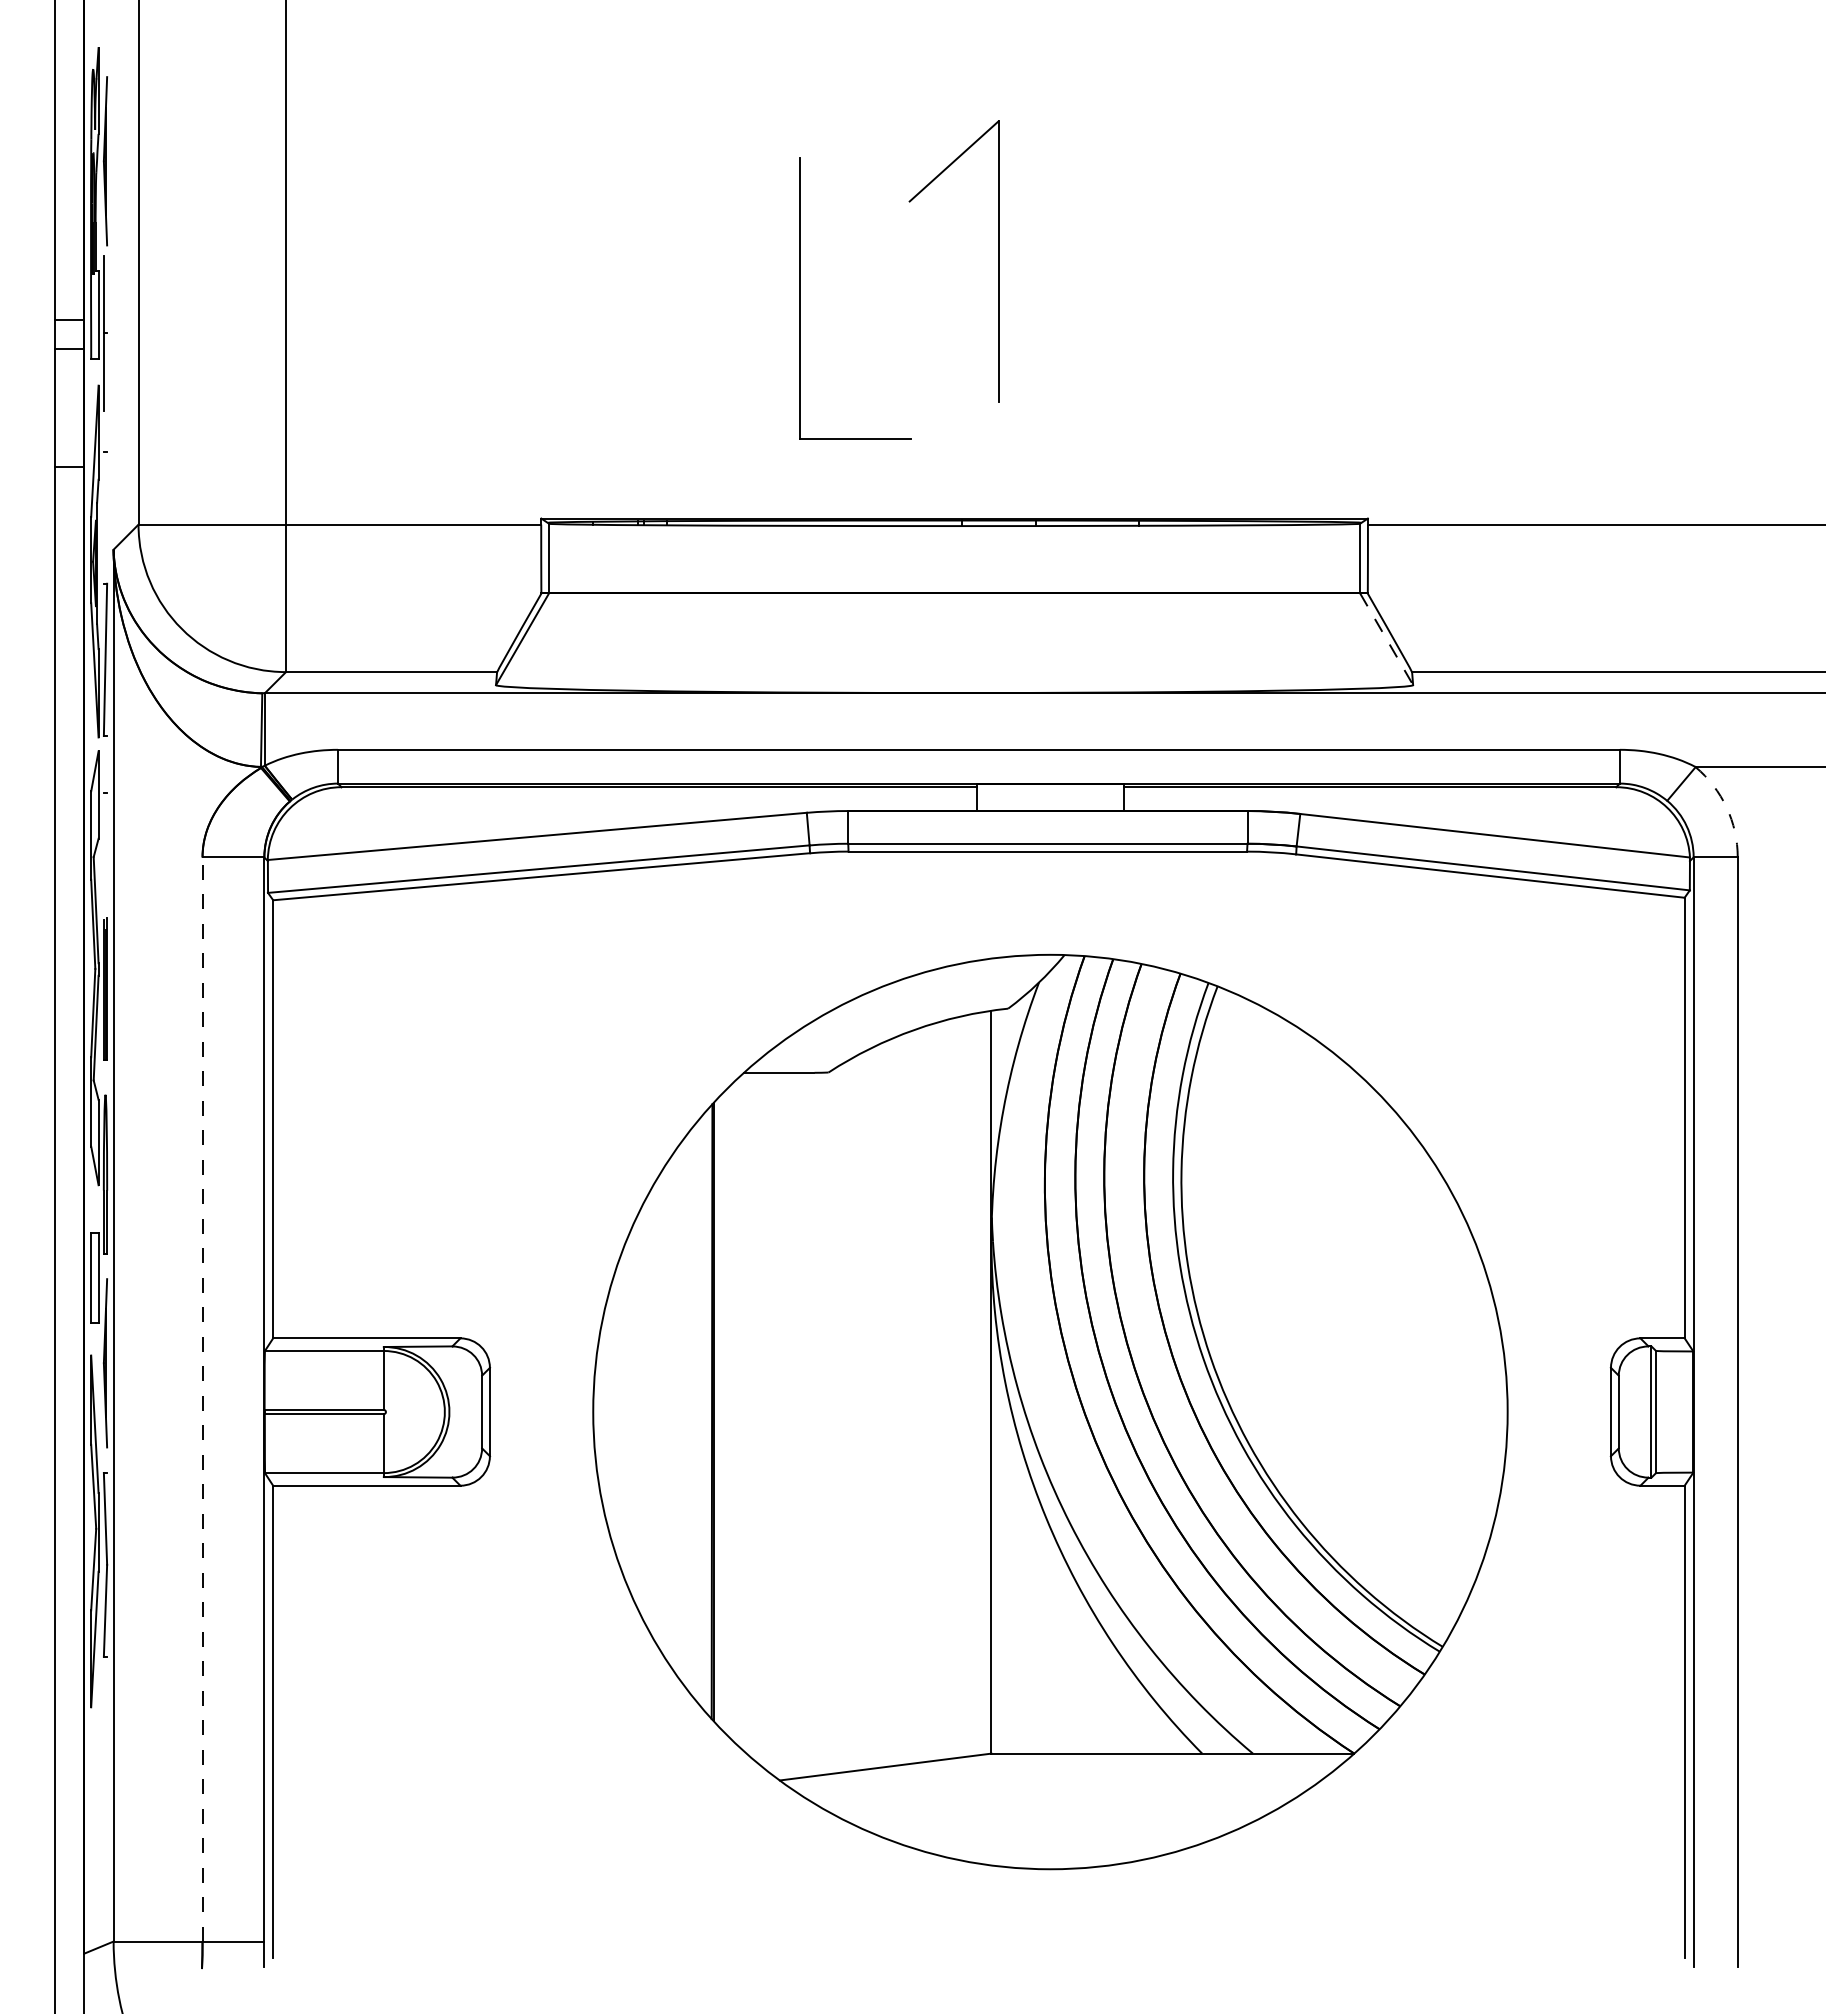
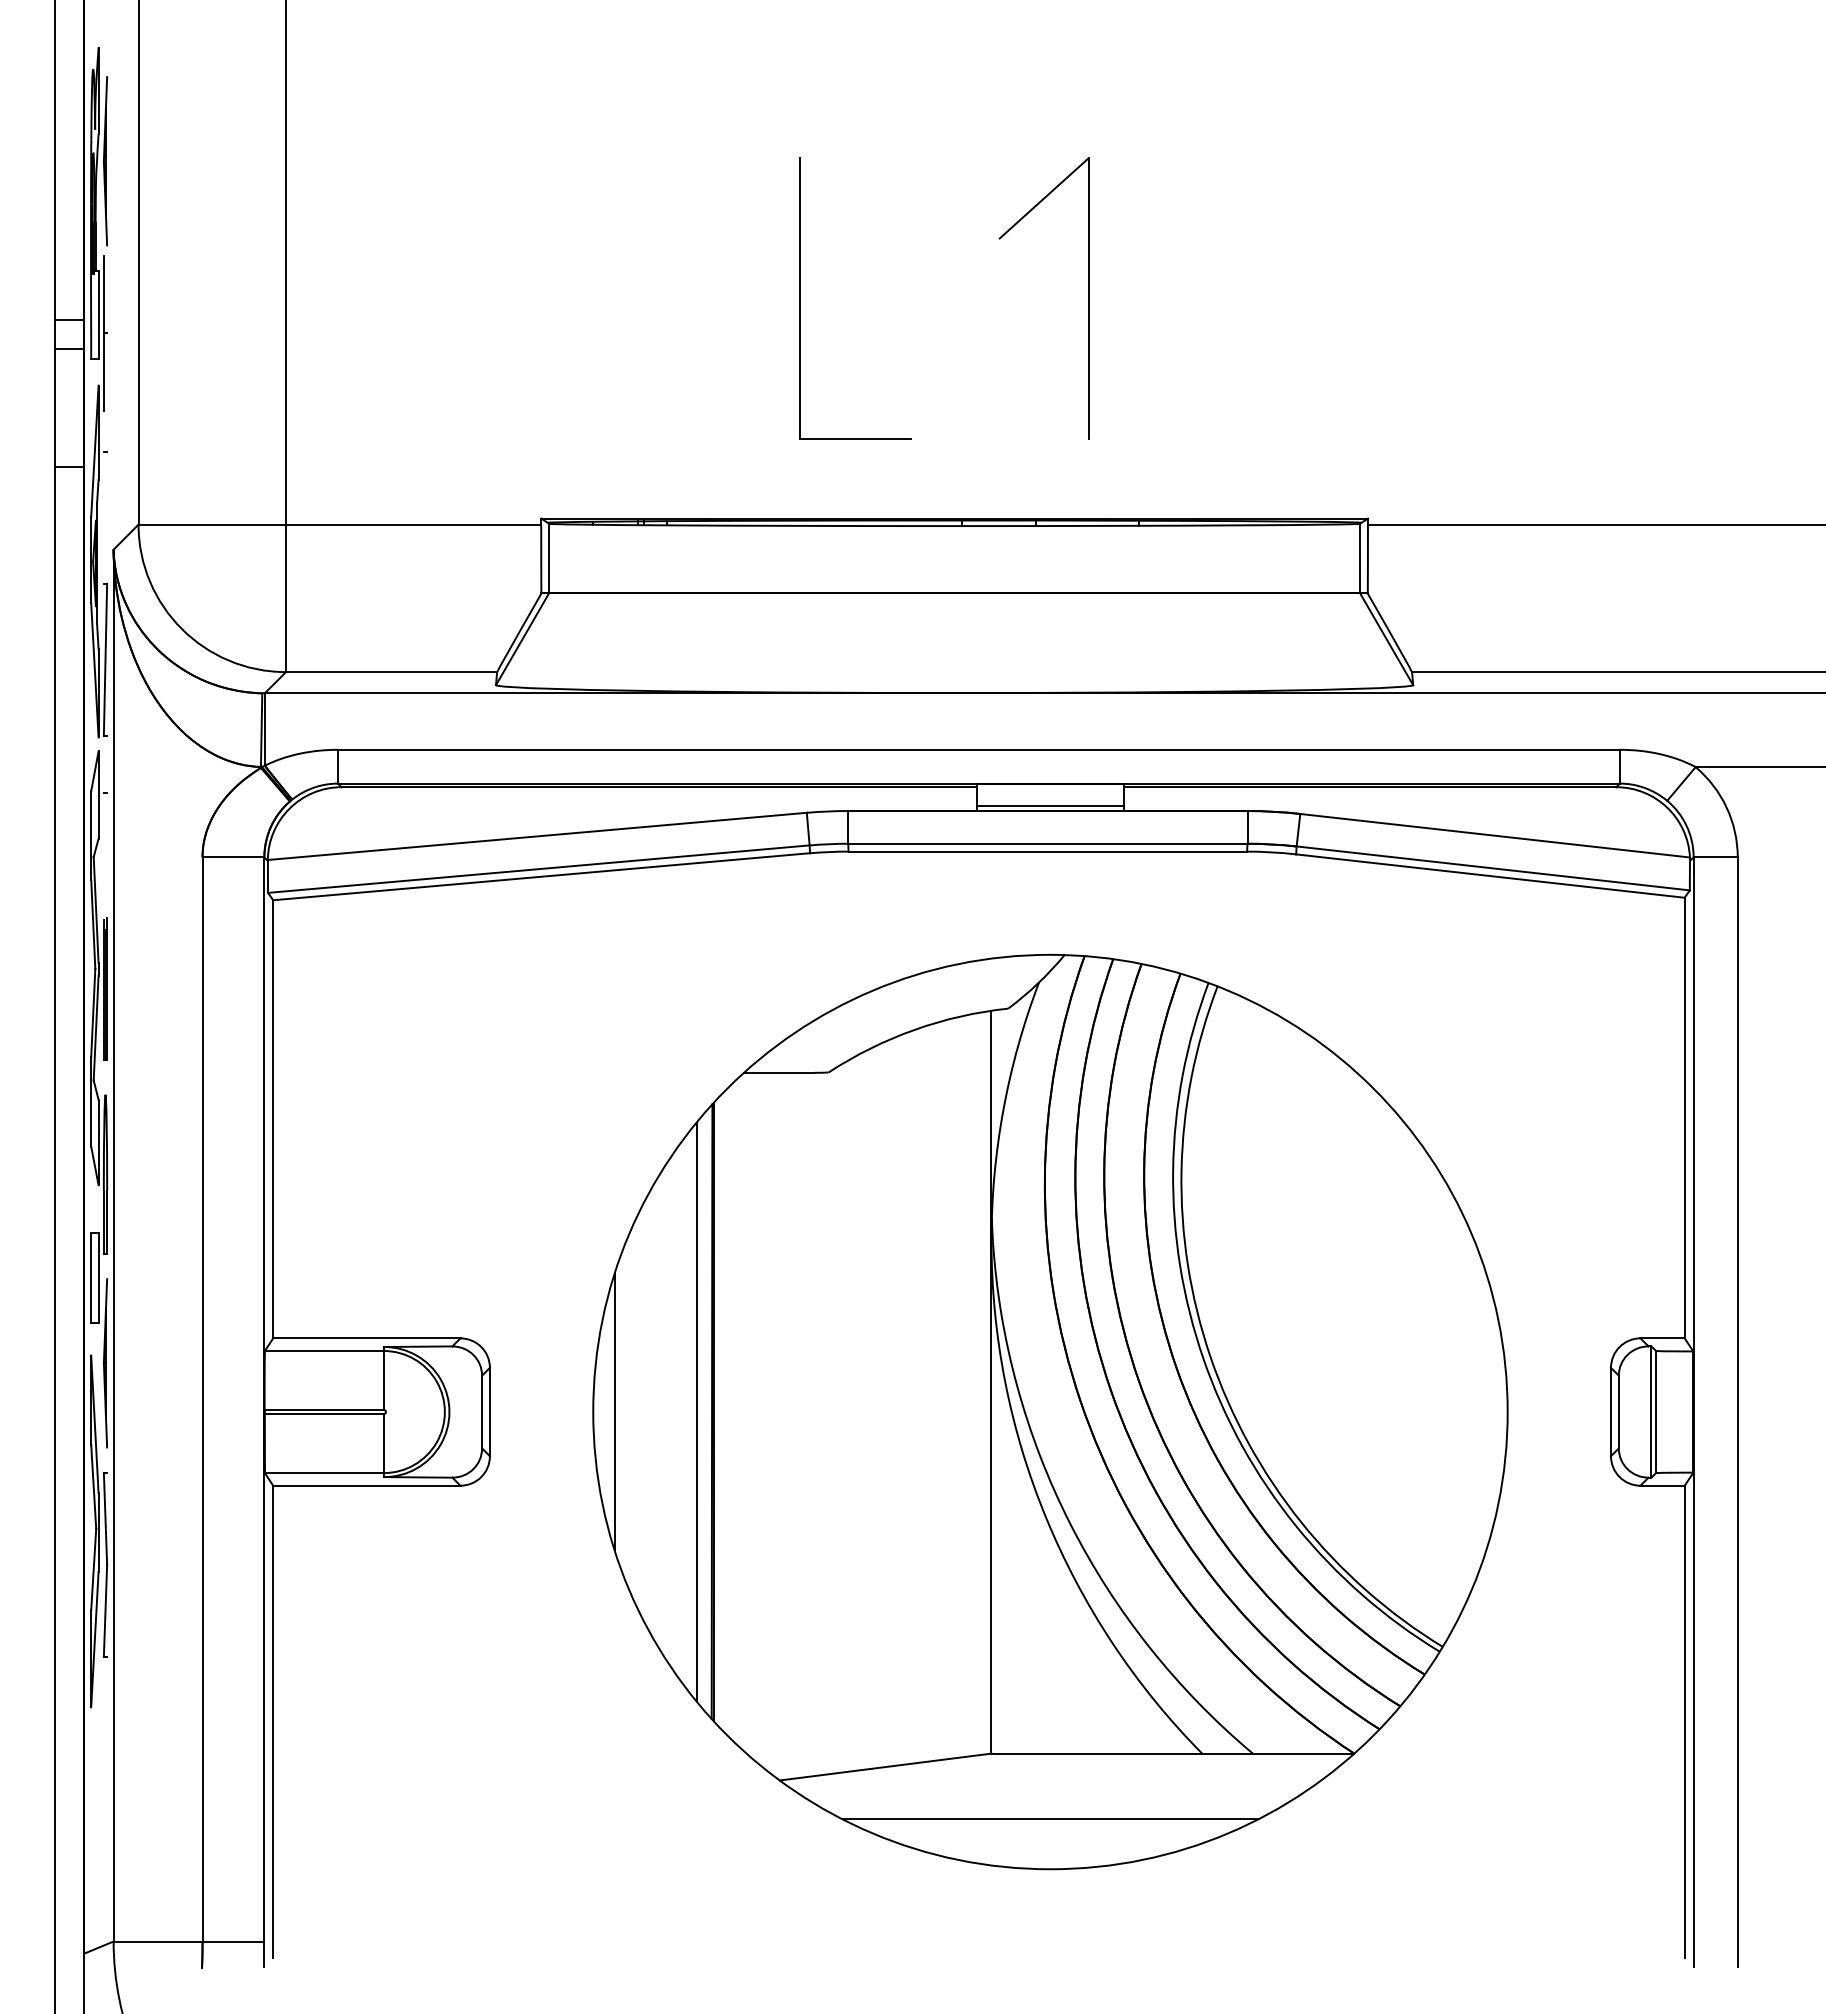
part at (998, 261) position: (998, 261) -> (1088, 298)
line at (1386, 639): dashed -> solid
line at (1050, 806): none -> present
arc at (1726, 807): dashed -> solid
line at (202, 1399): dashed -> solid
line at (614, 1411): none -> present
line at (696, 1411): none -> present
line at (1050, 1818): none -> present
